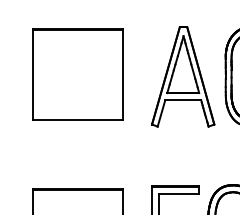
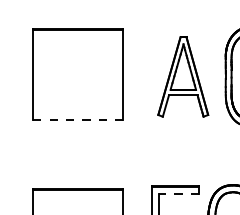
part at (183, 76) size: 65x102 px -> 53x82 px
line at (78, 119): solid -> dashed
line at (178, 193): solid -> dashed
